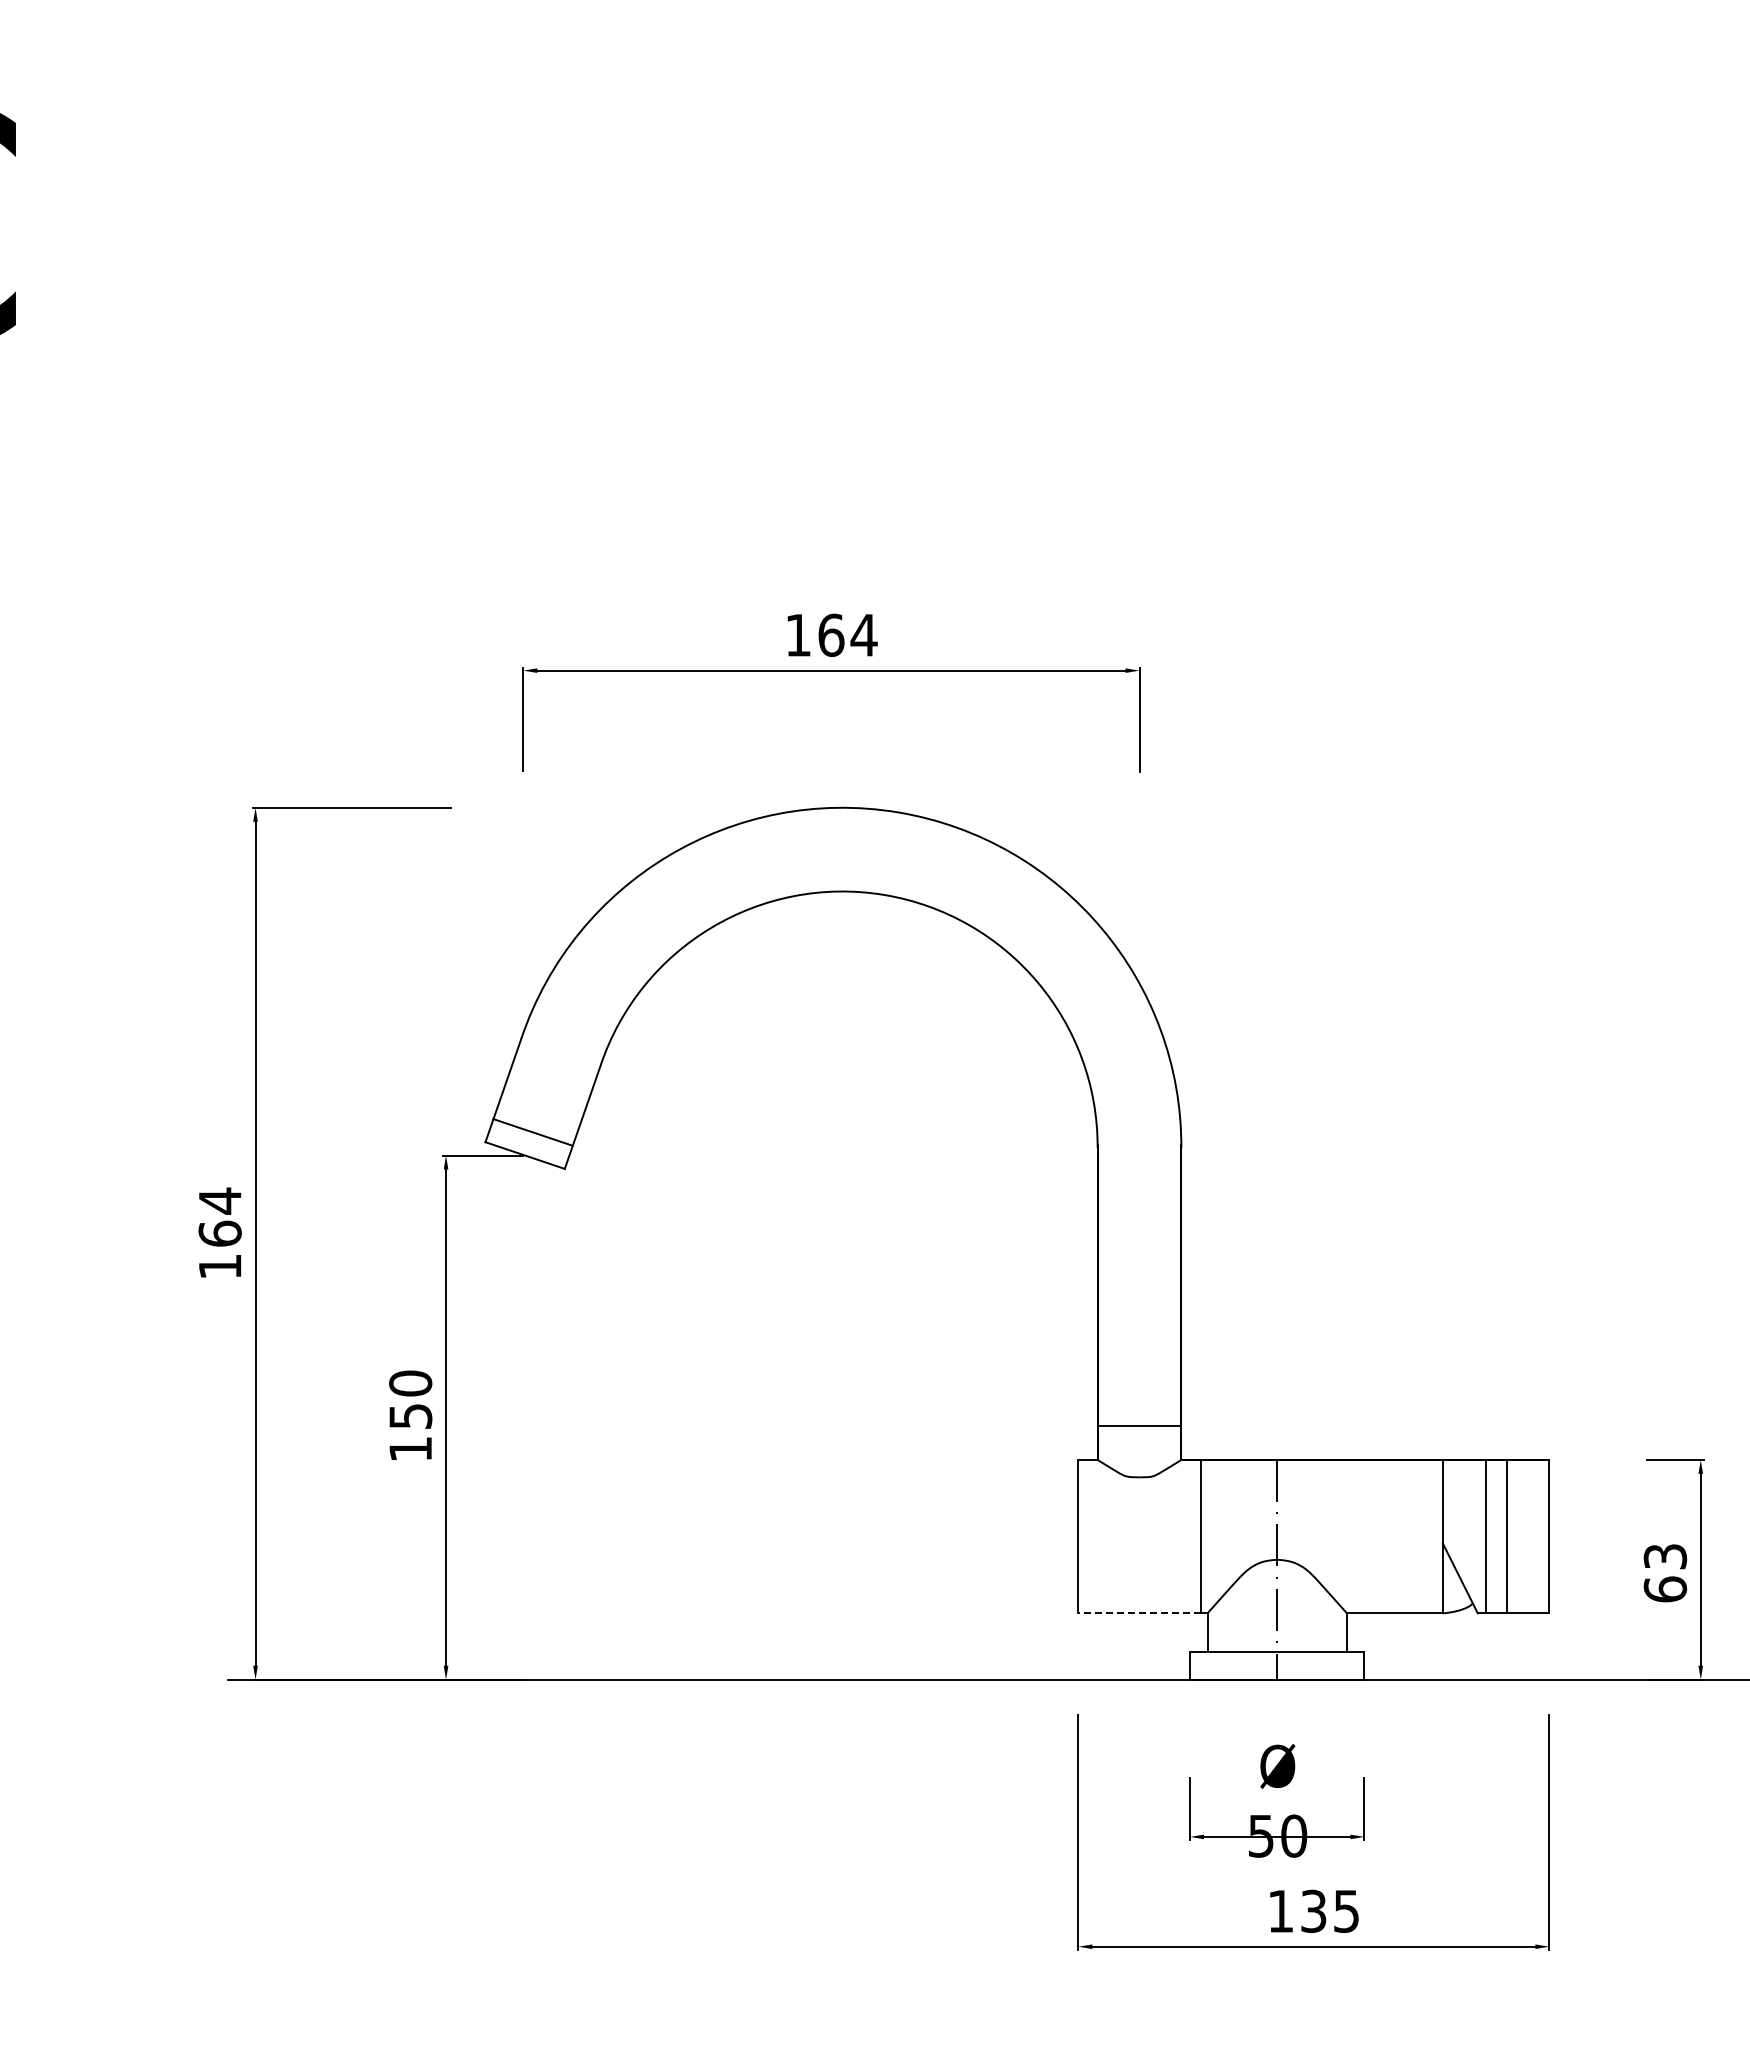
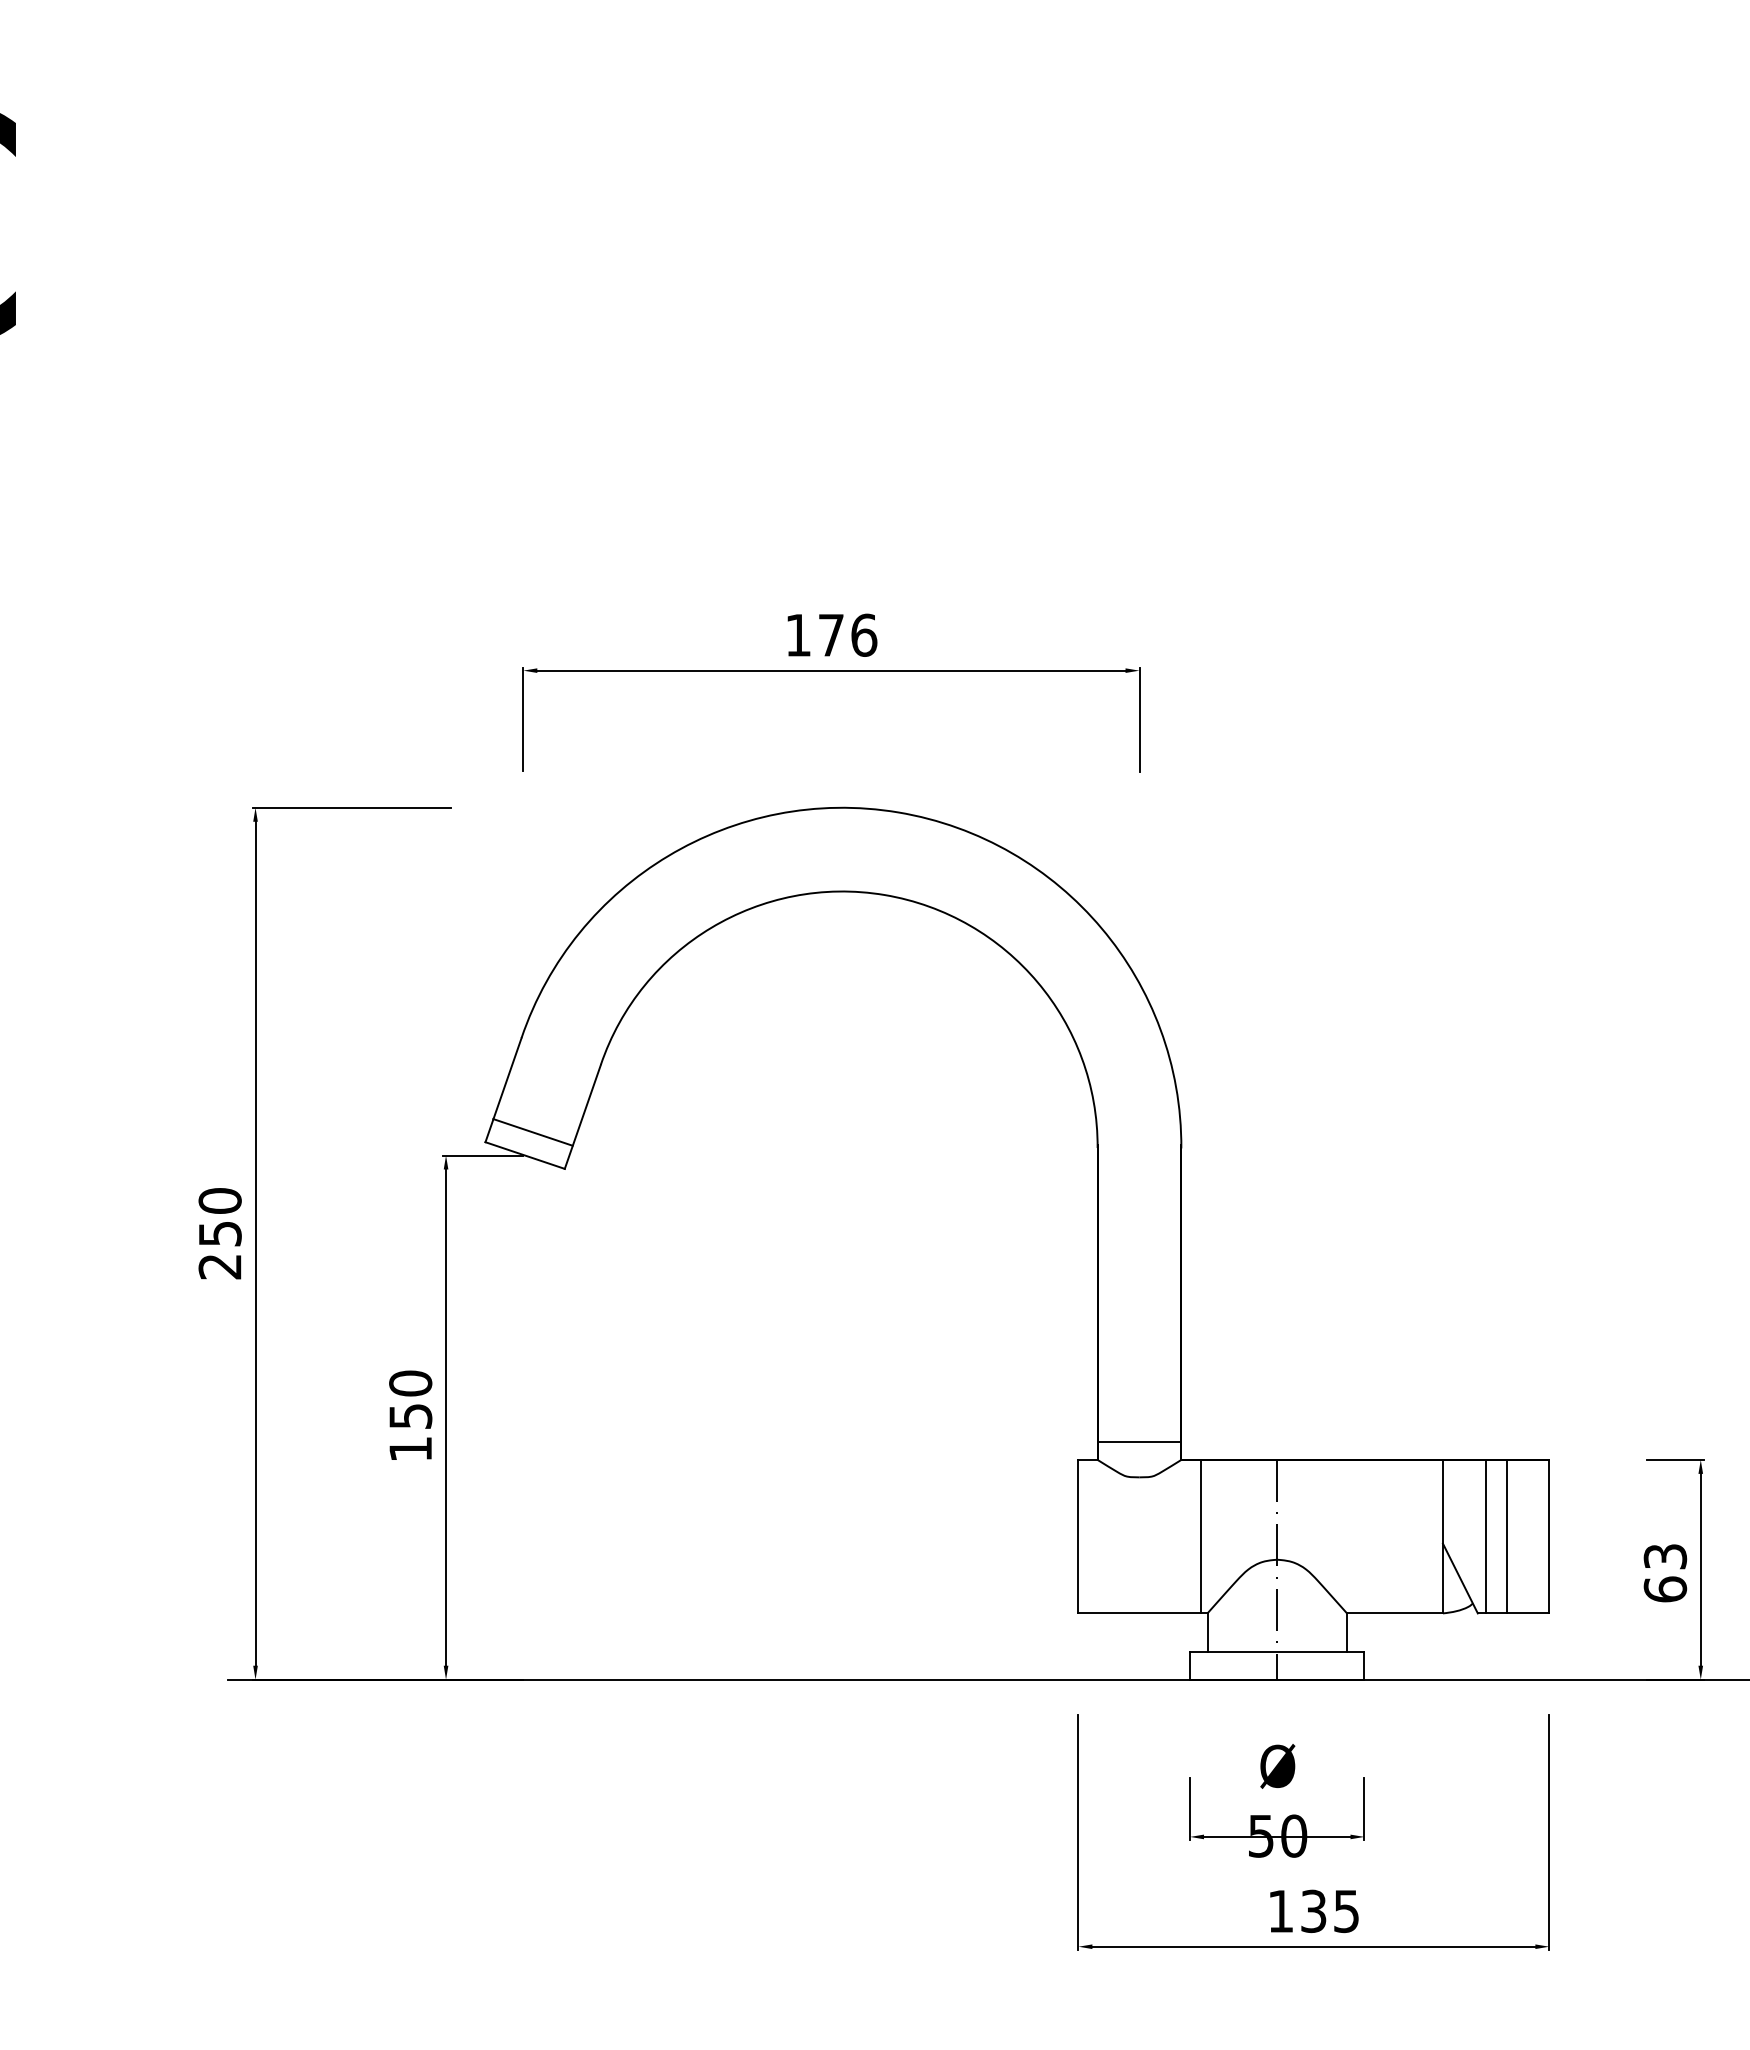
text at (847, 634): 164 -> 176
text at (219, 1233): 164 -> 250
line at (1139, 1426) position: (1139, 1426) -> (1139, 1442)
line at (1138, 1613): dashed -> solid
